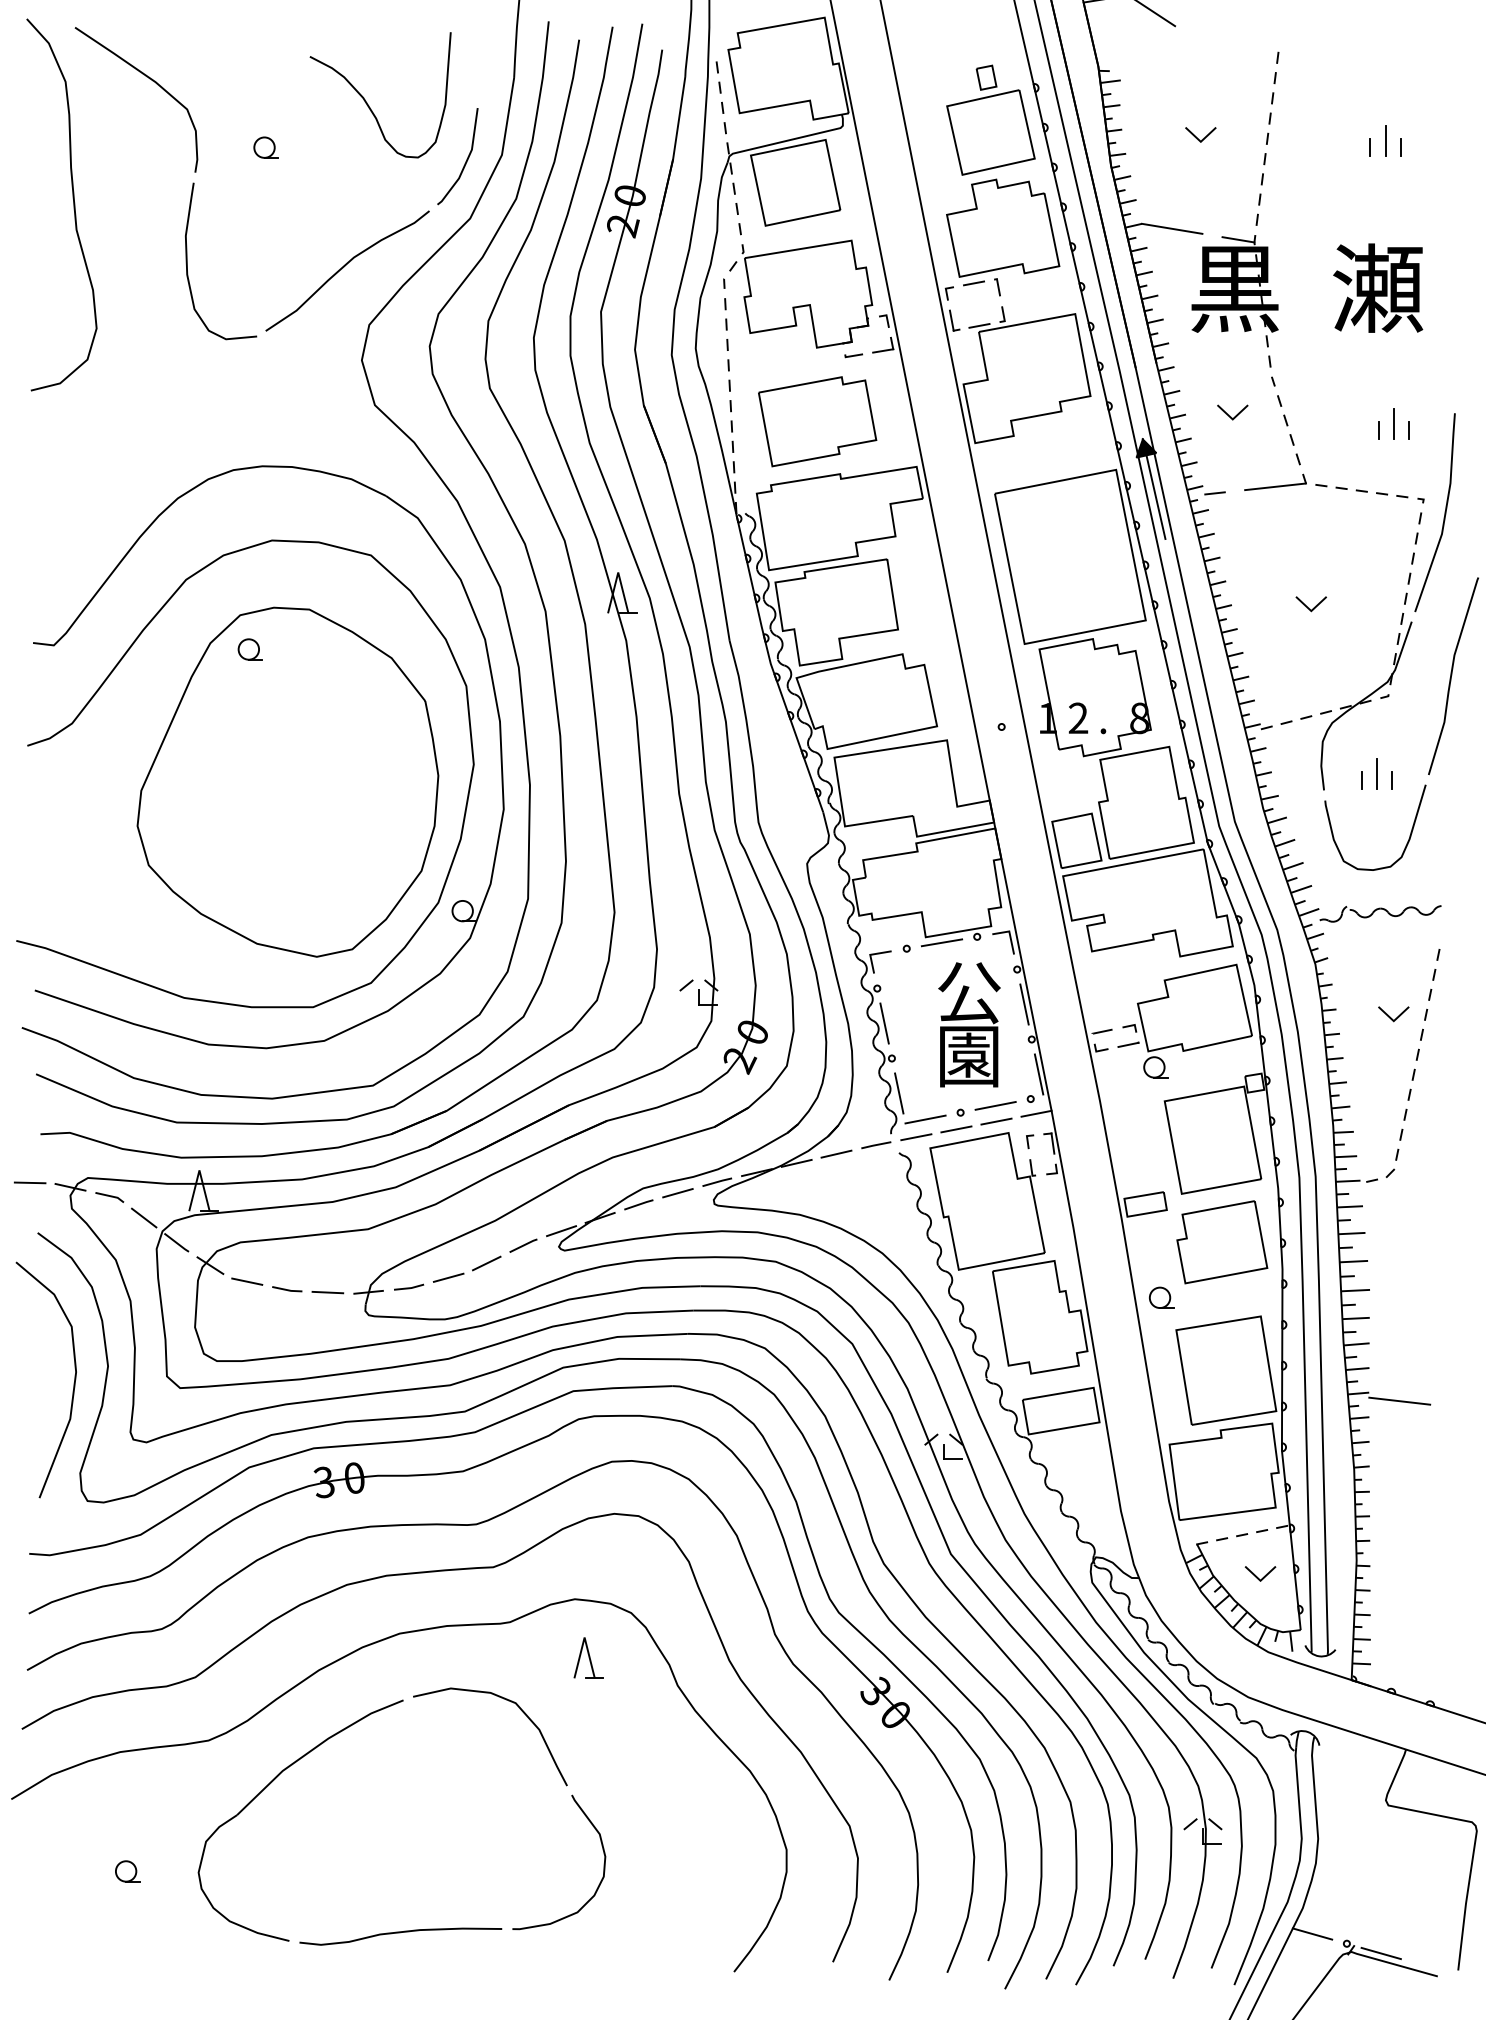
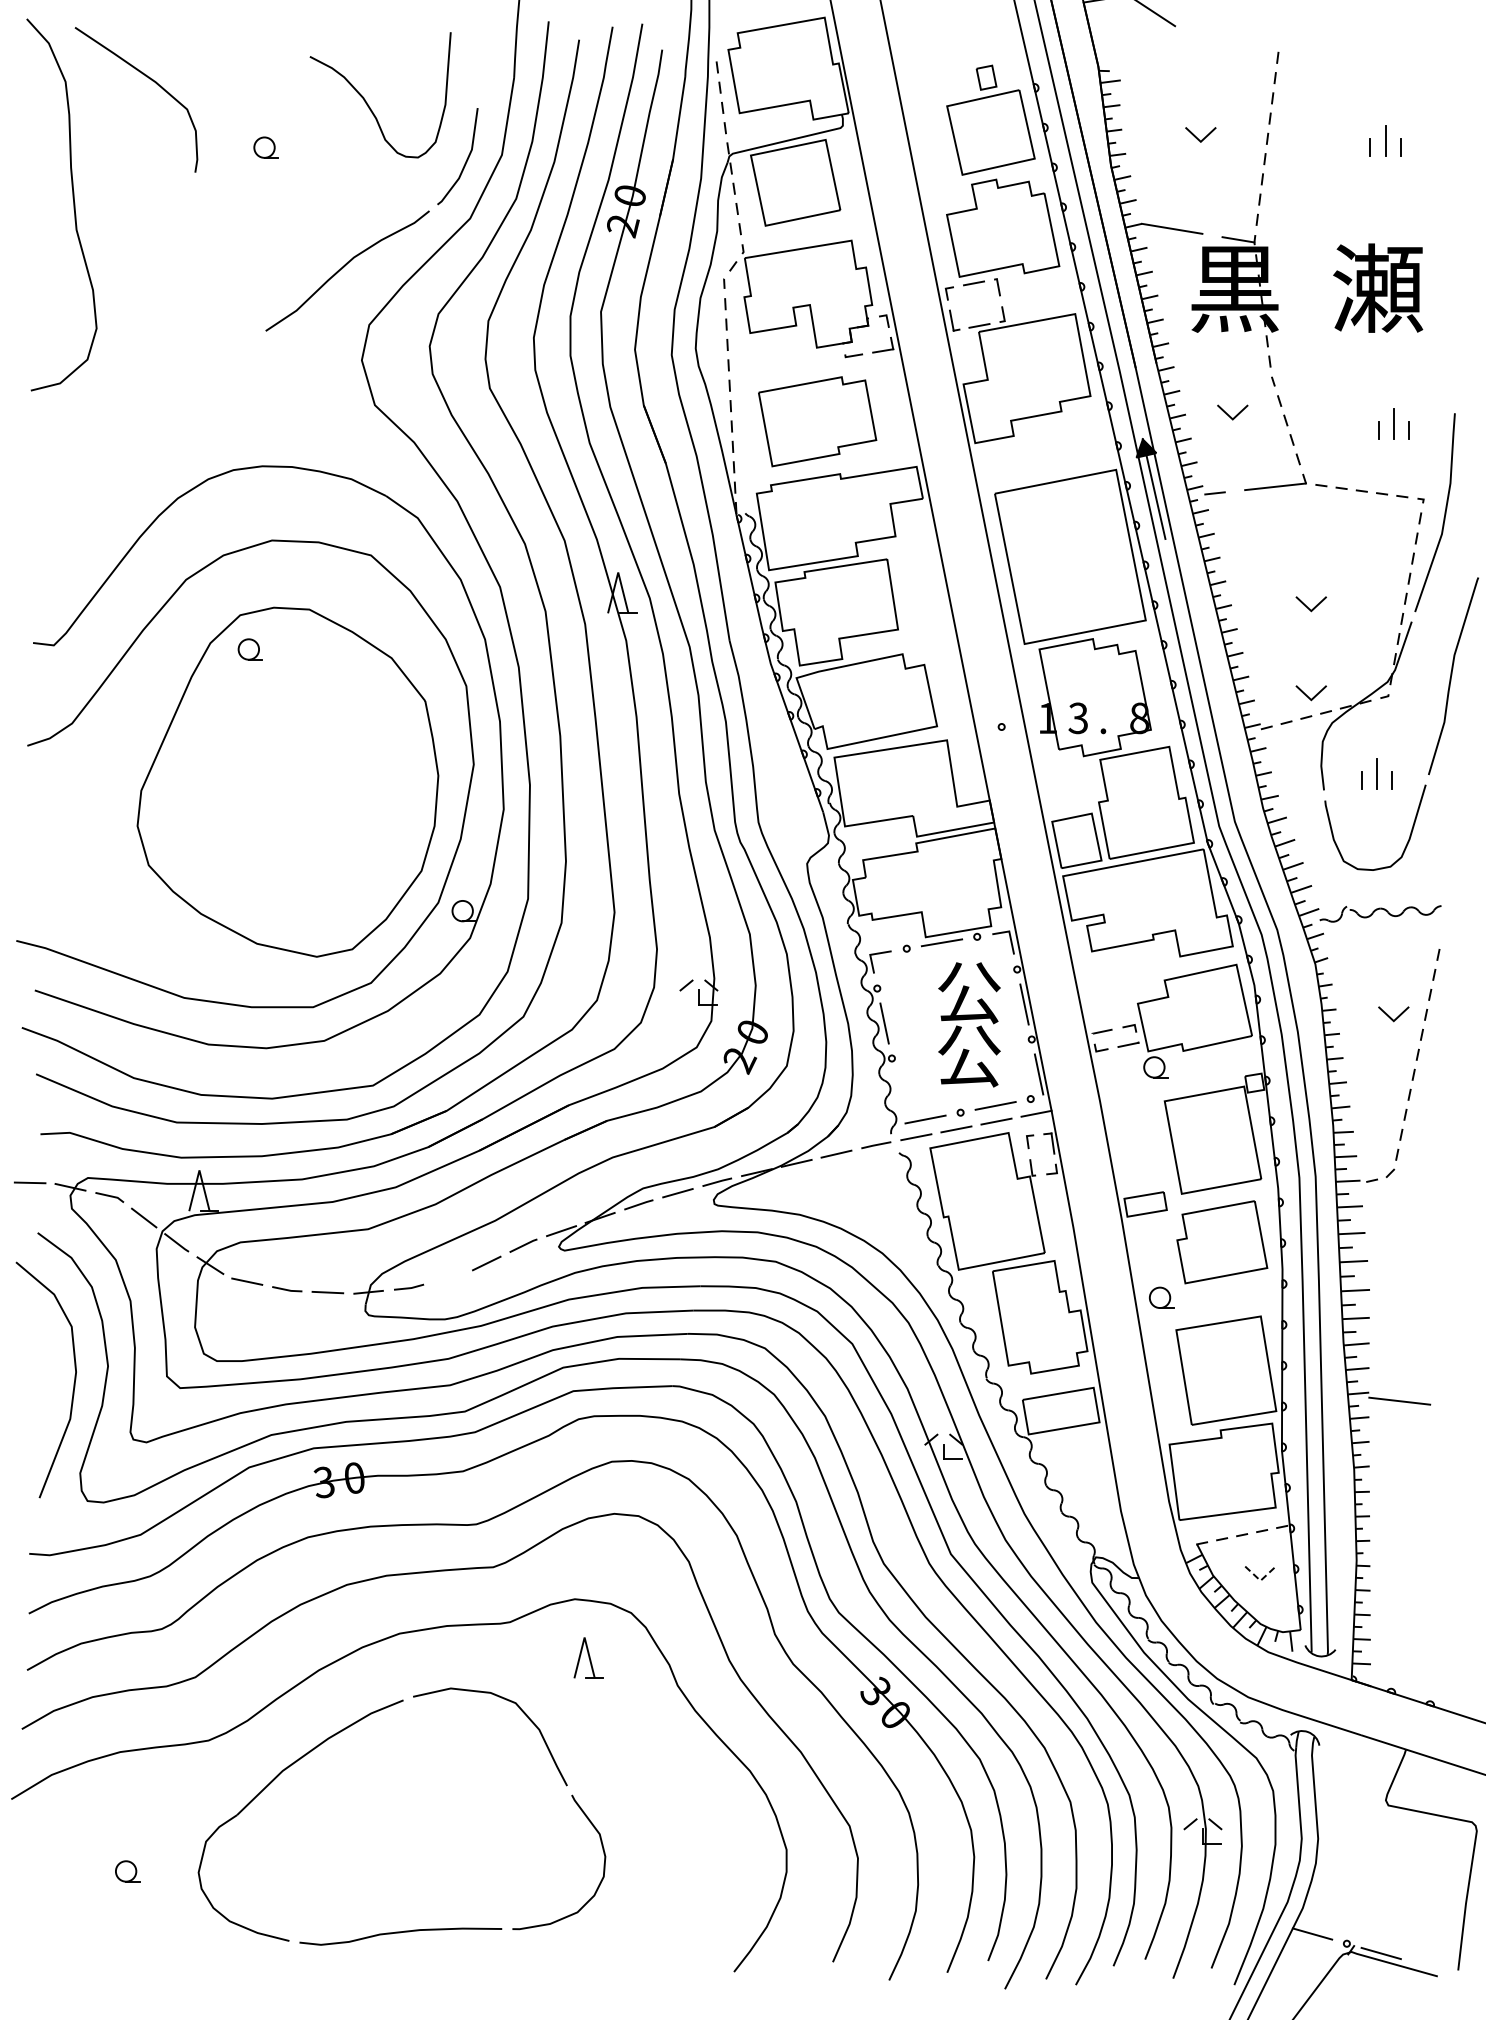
curve at (187, 261): present -> none
line at (1307, 695): none -> present
text at (1078, 718): 2 -> 3
text at (969, 1056): 園 -> 公
line at (899, 1093): present -> none
line at (448, 1277): present -> none
line at (1260, 1580): solid -> dashed
